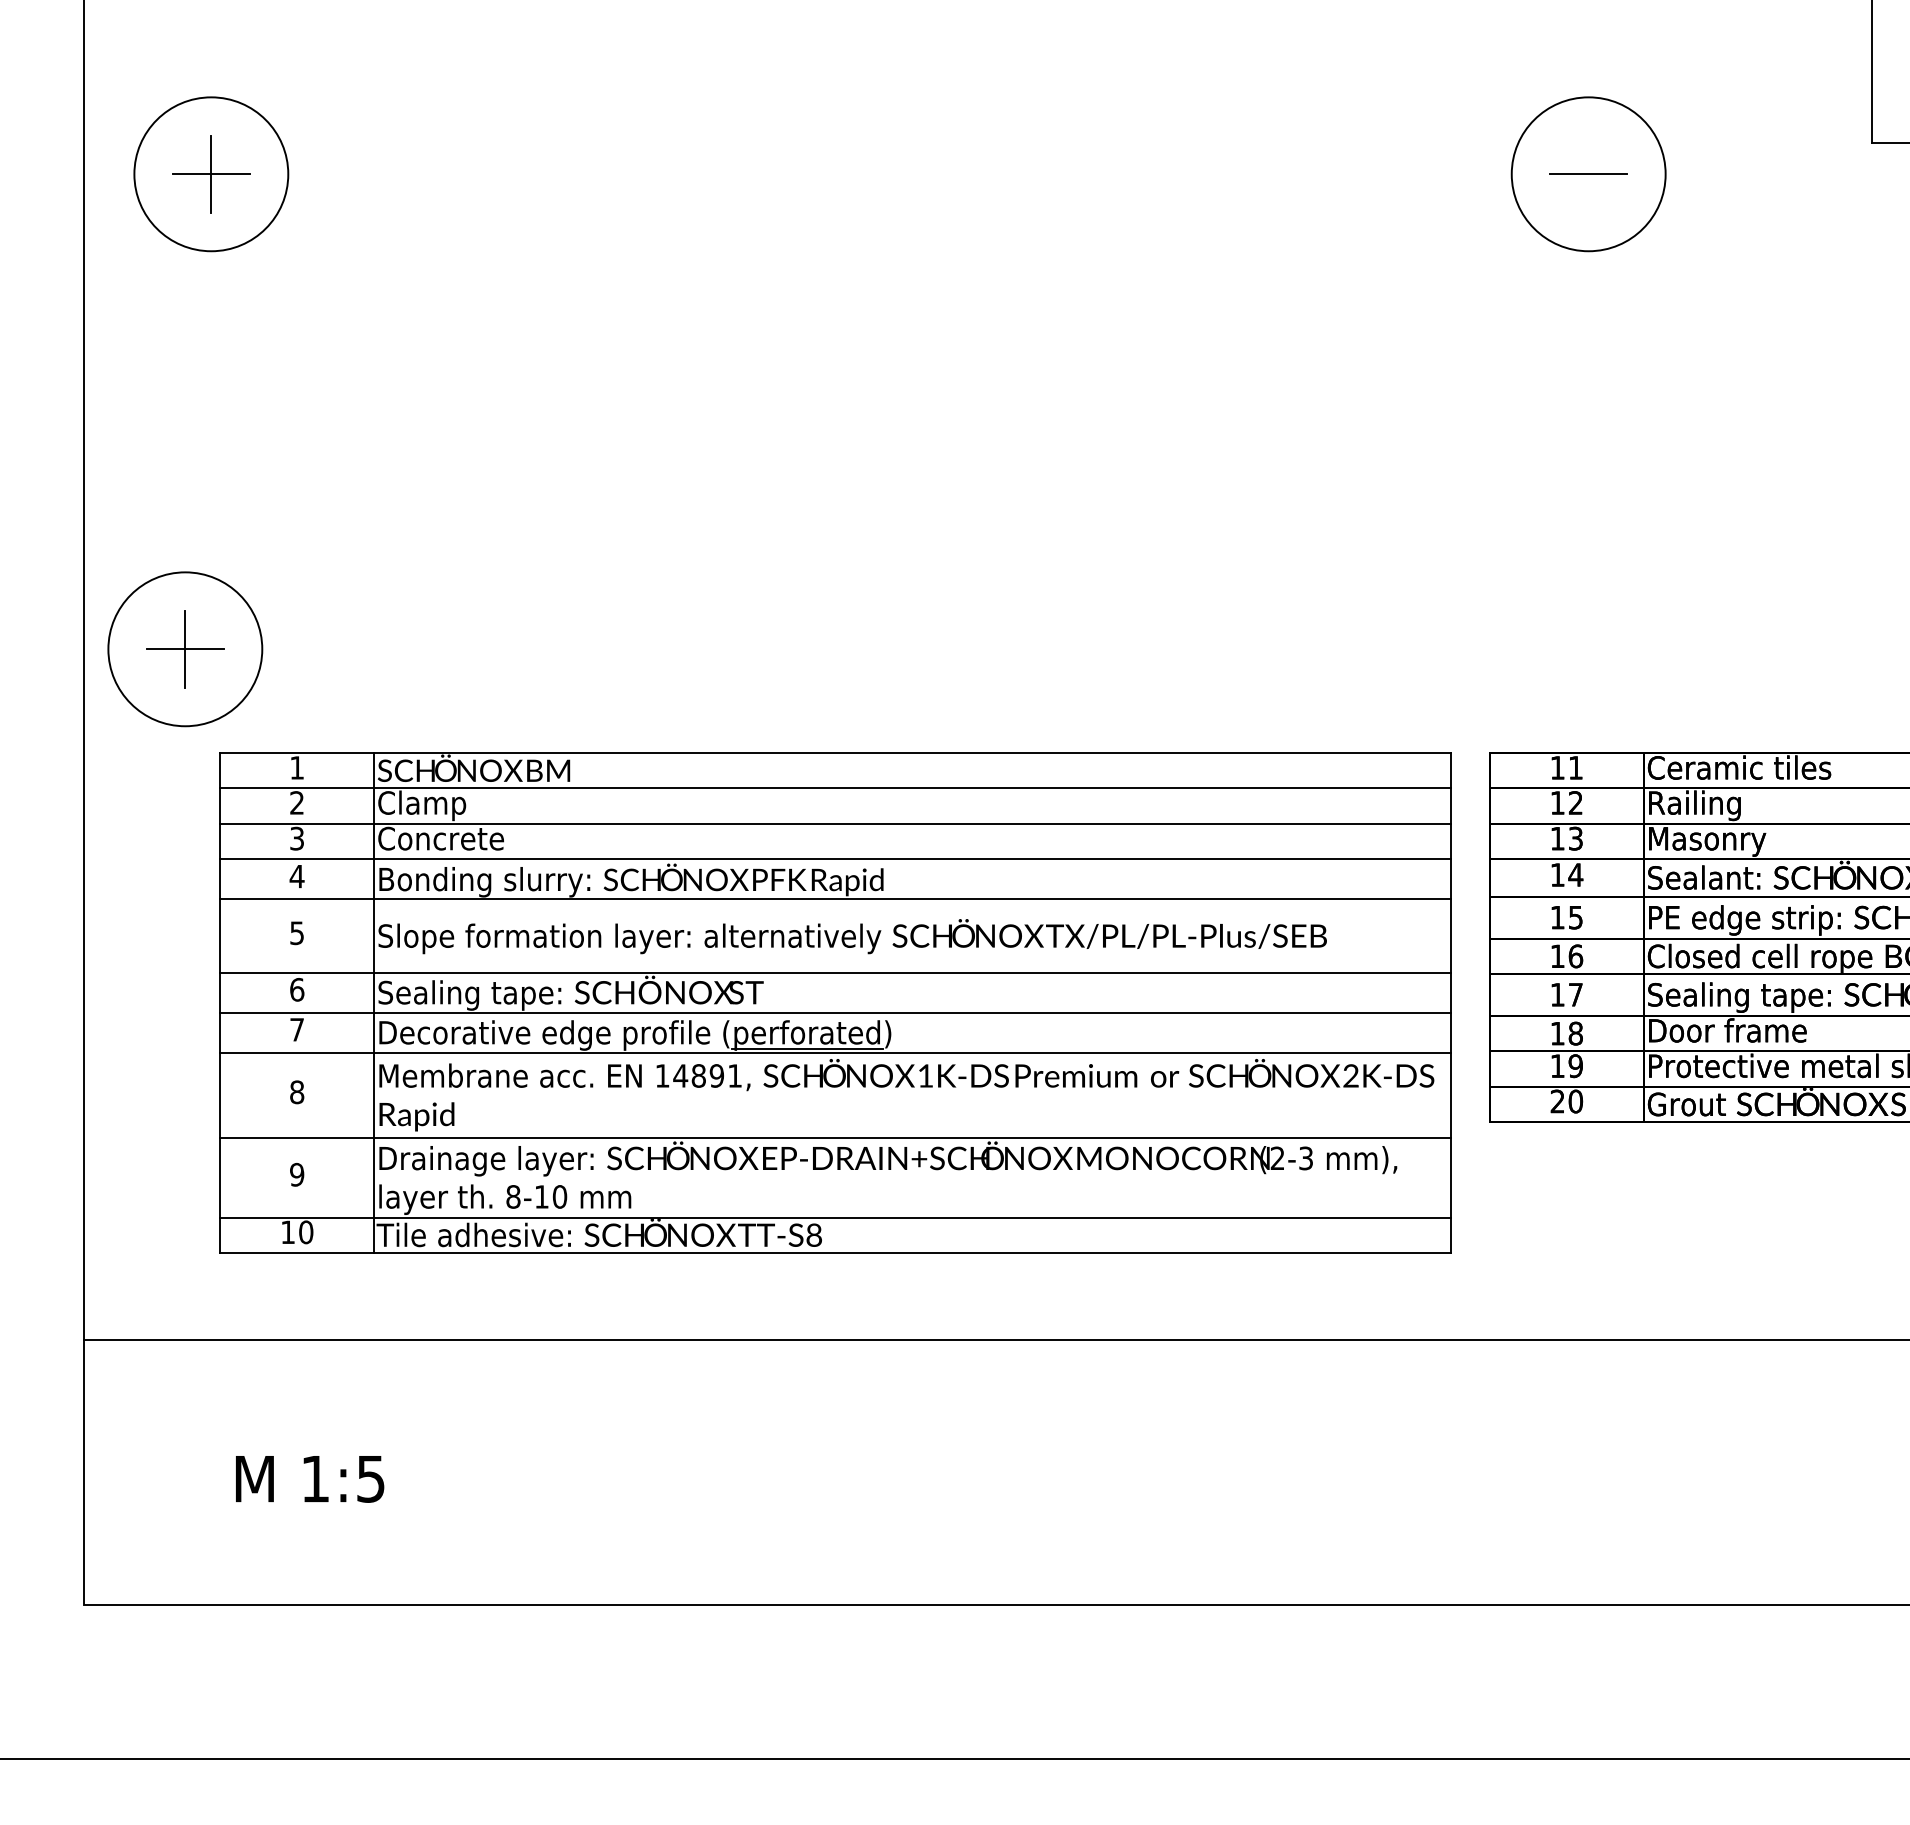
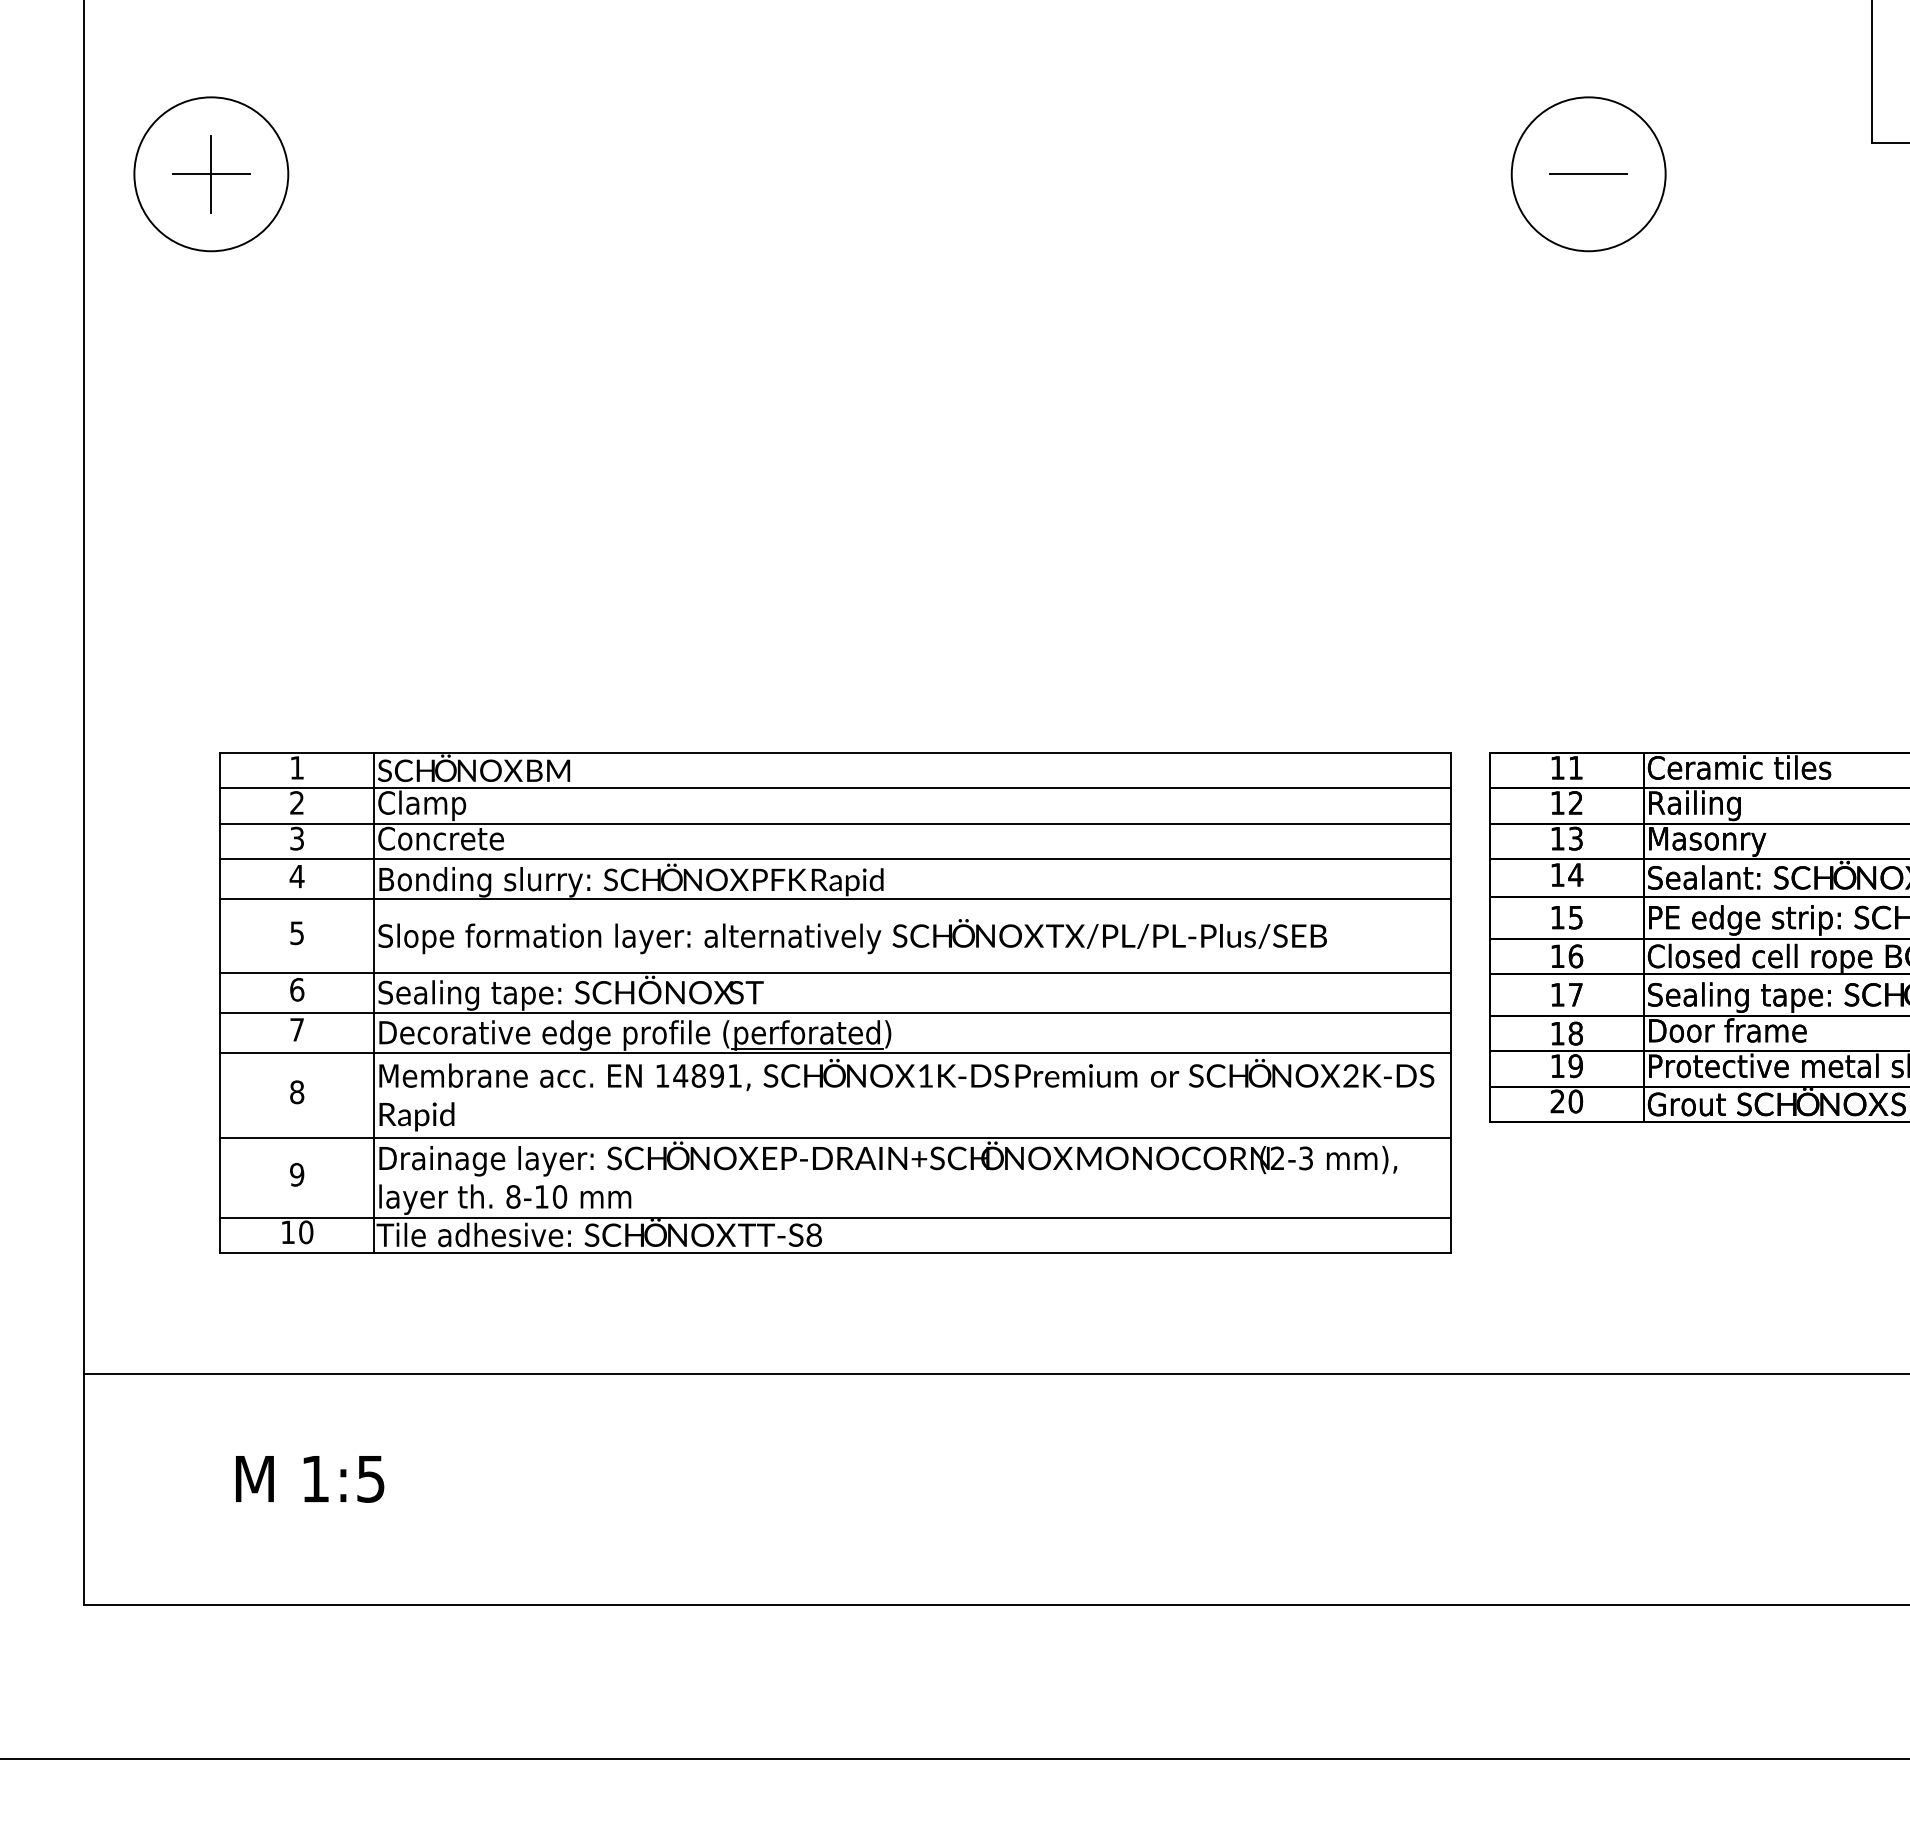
part at (185, 649): present -> none
line at (994, 1340) position: (994, 1340) -> (994, 1374)
